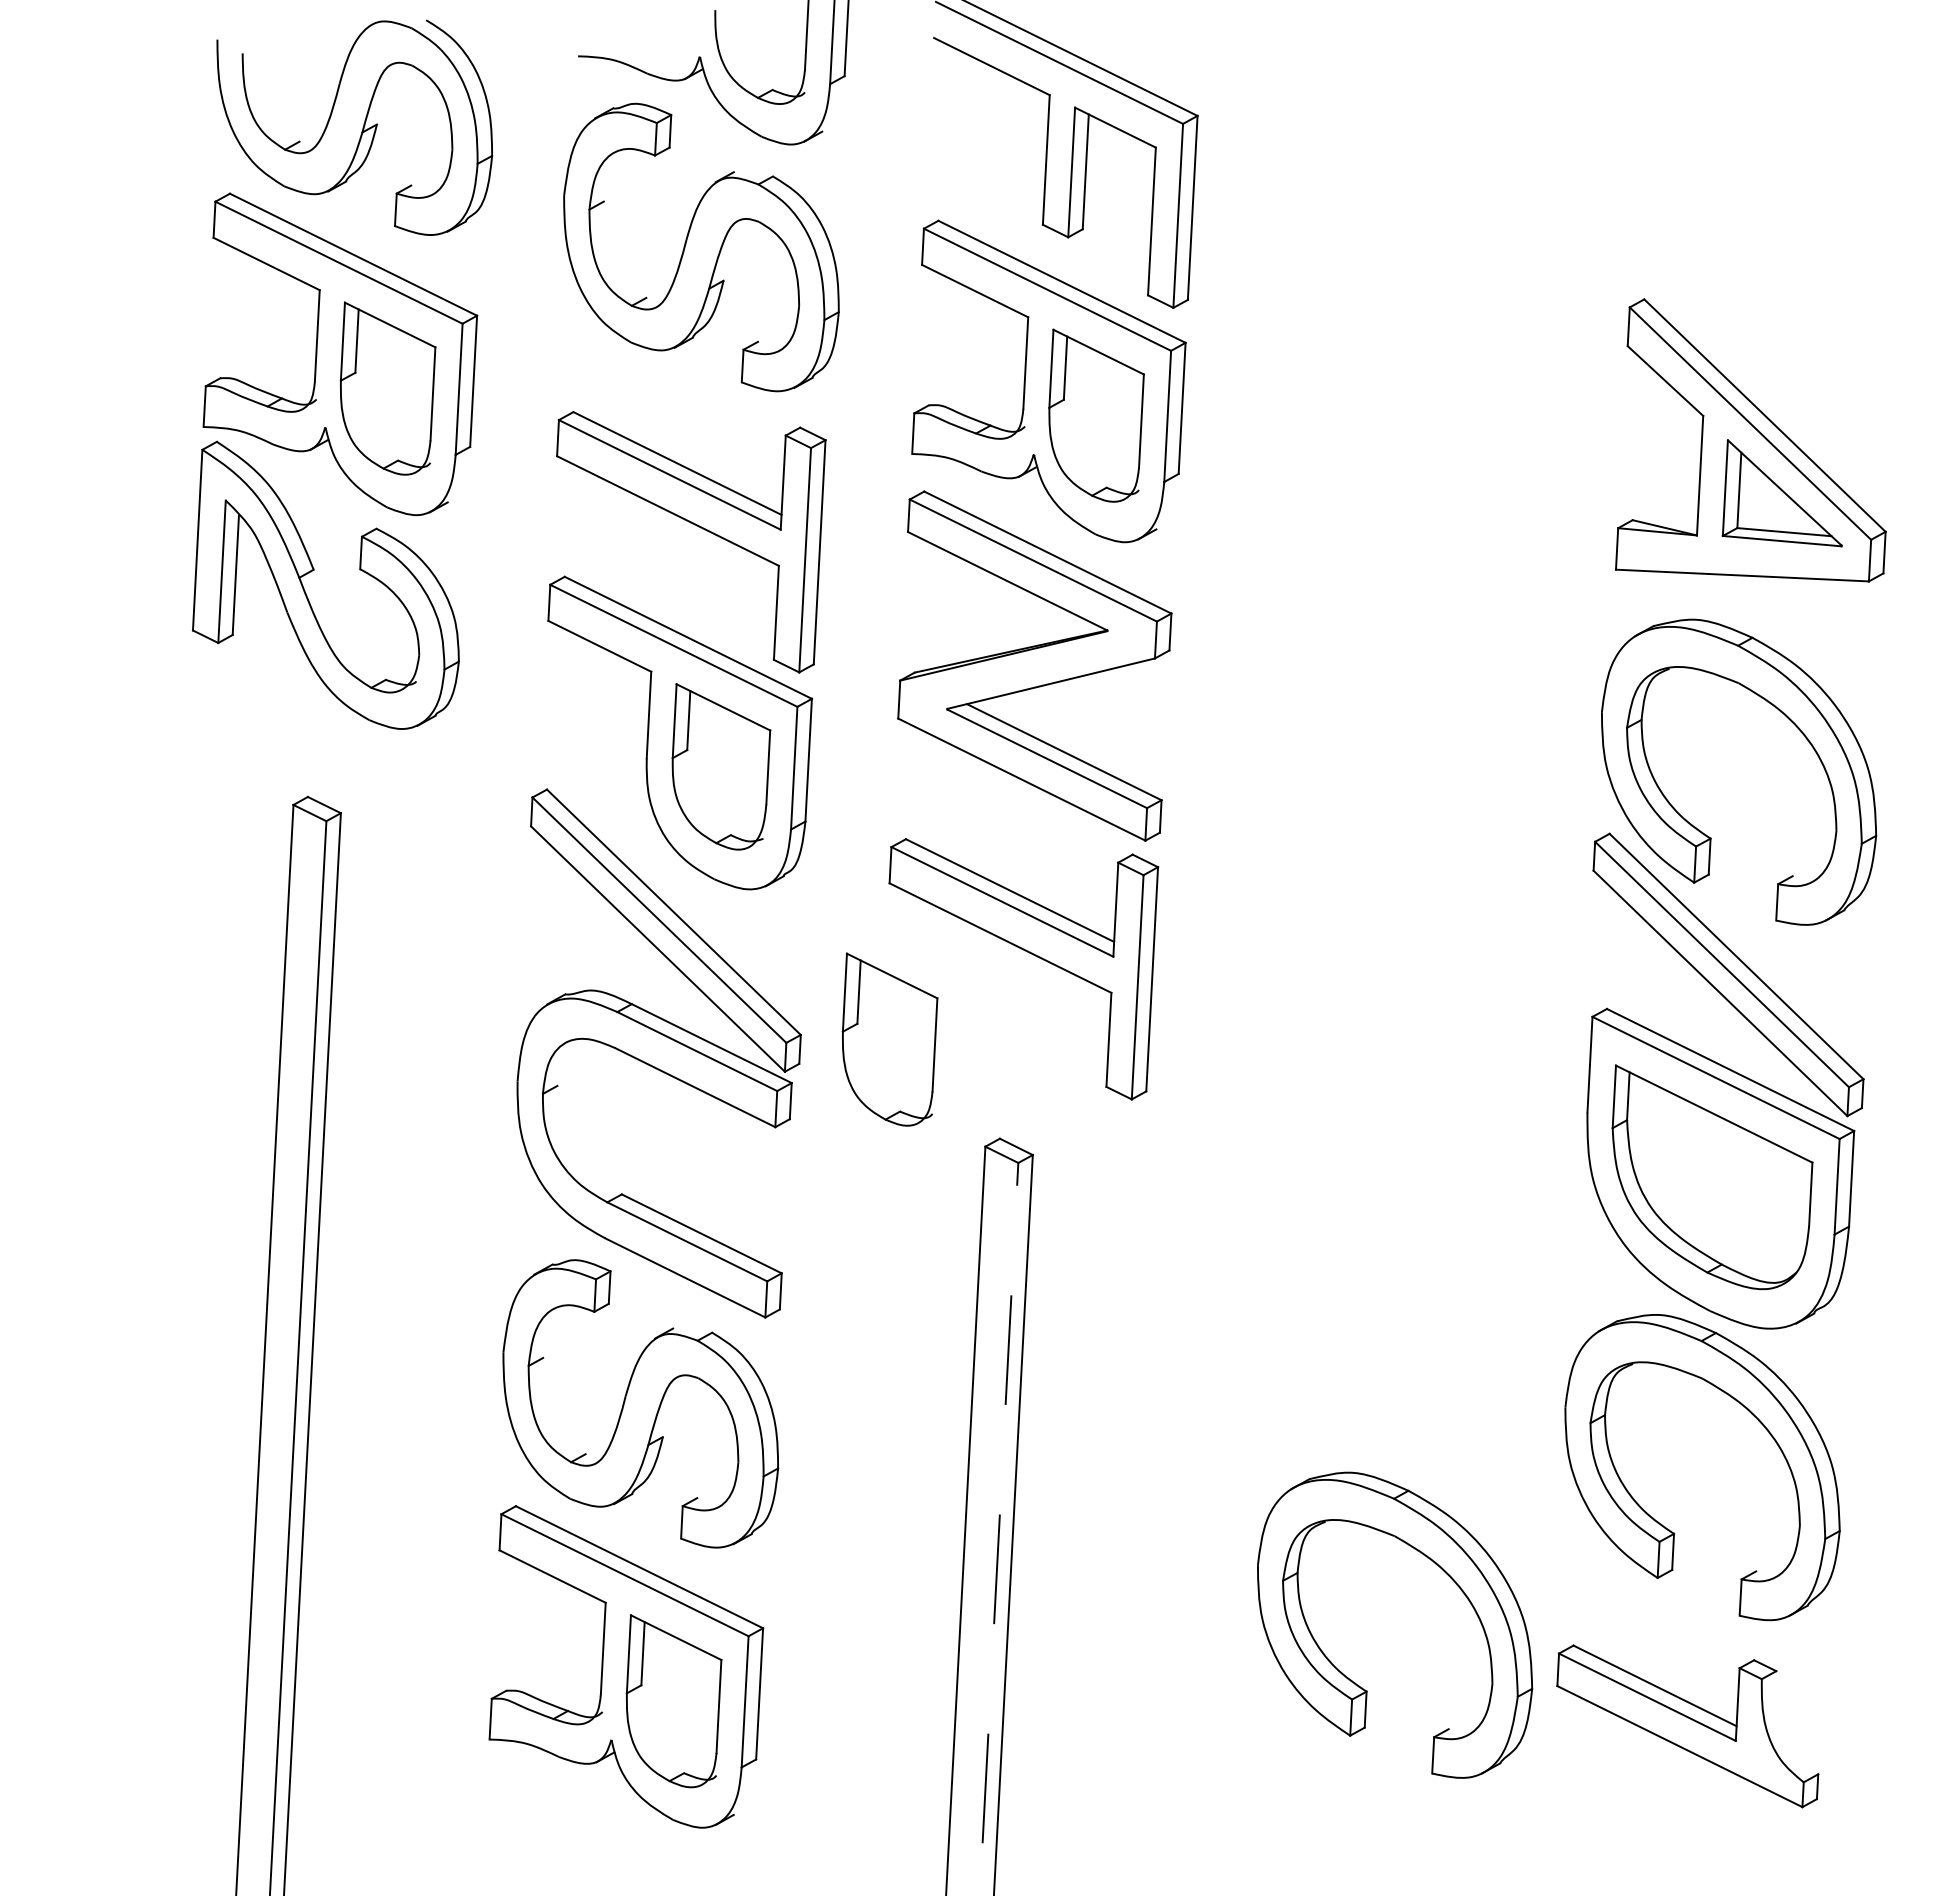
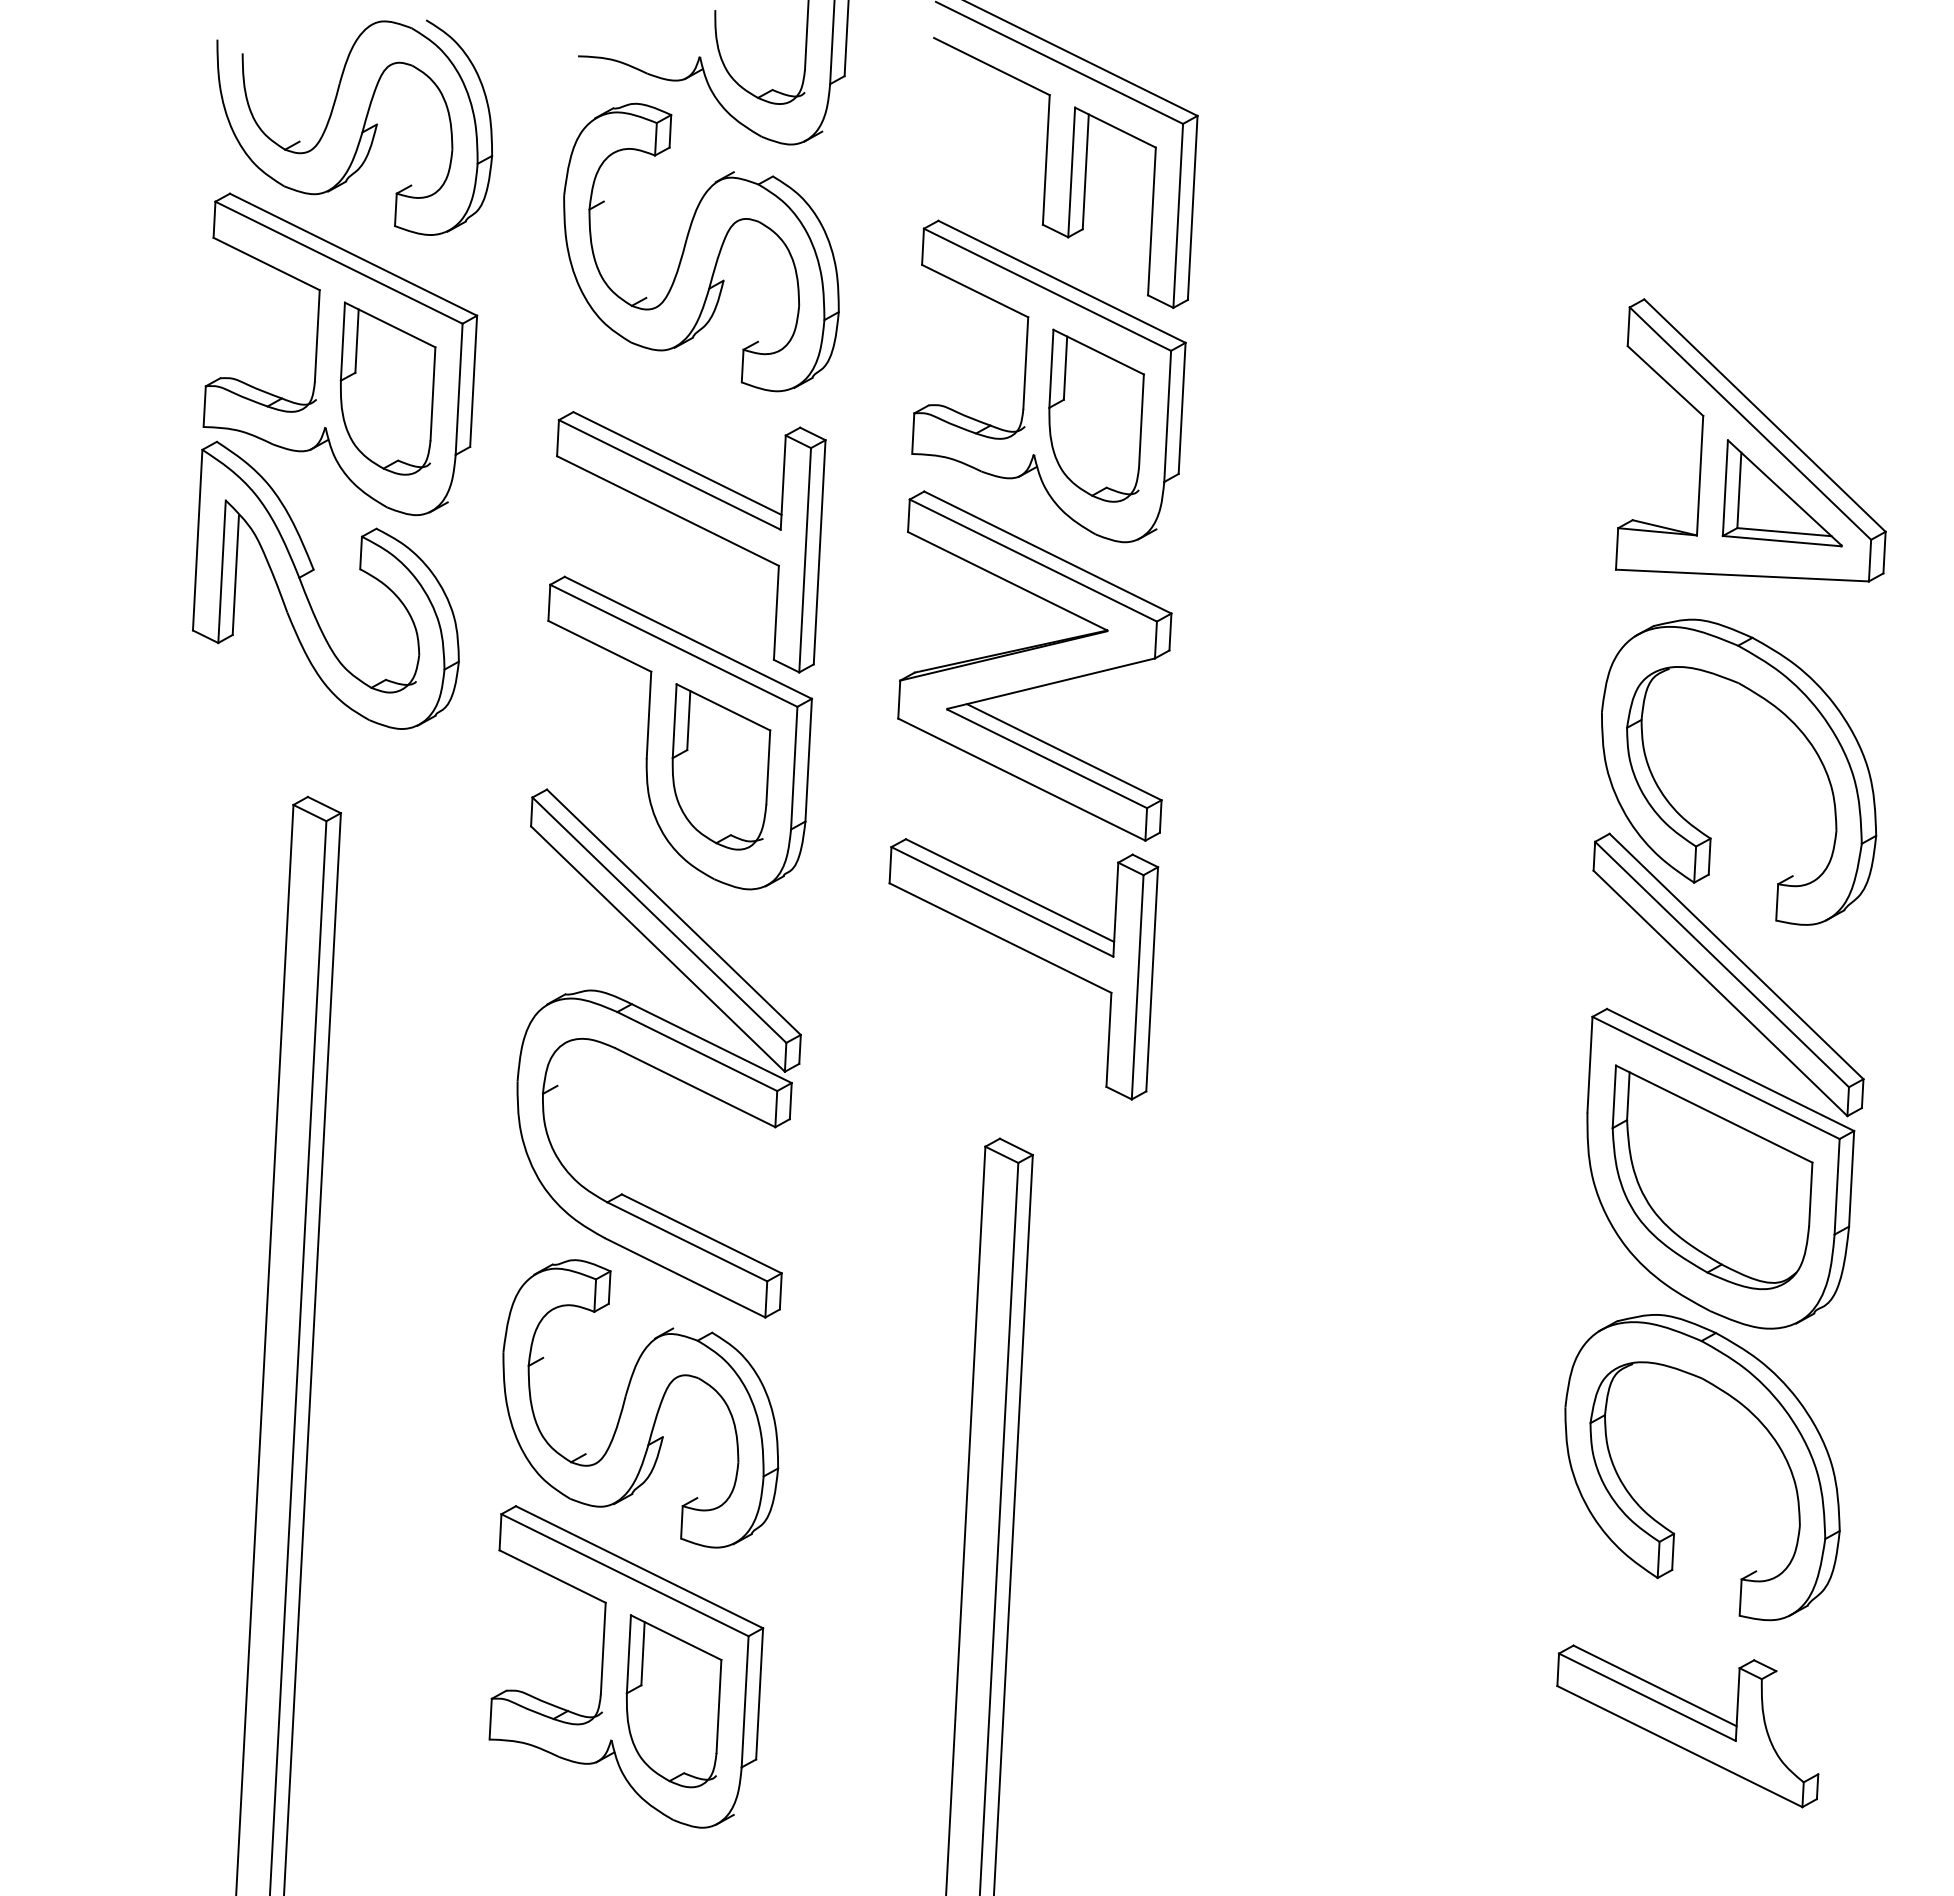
part at (889, 1039): present -> none
line at (999, 1529): dashed -> solid
part at (1351, 1679): present -> none
